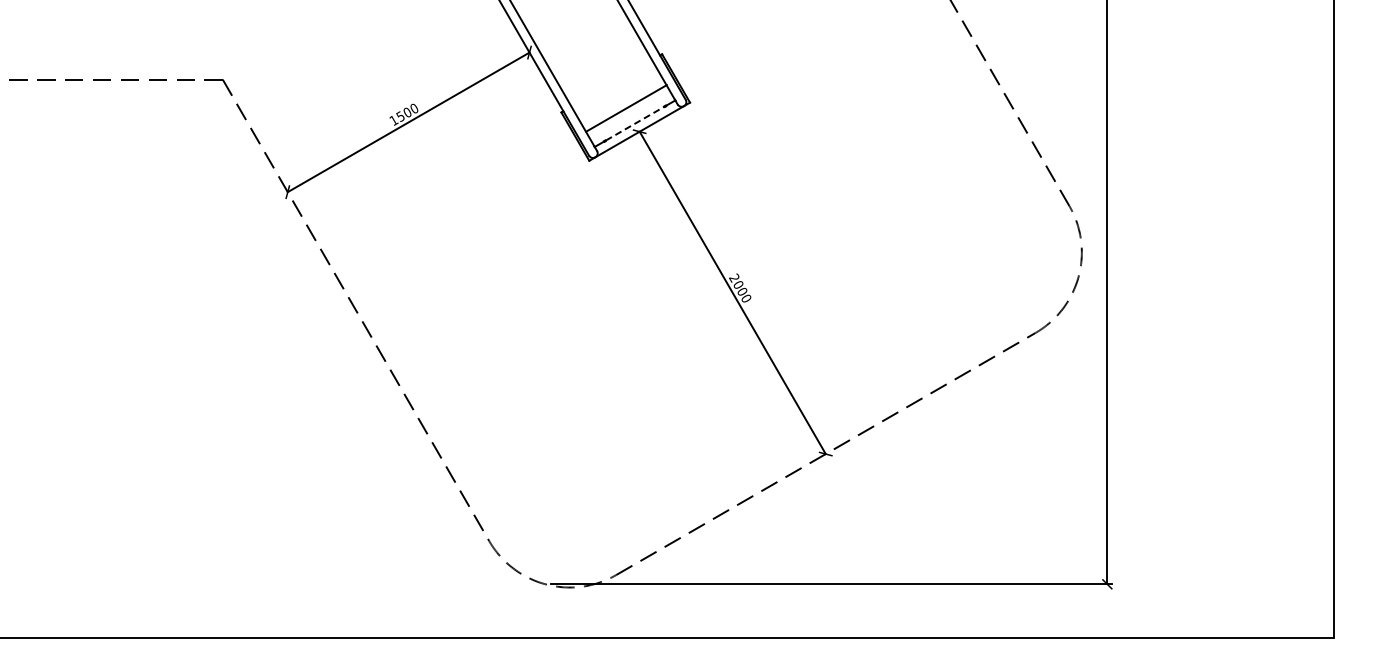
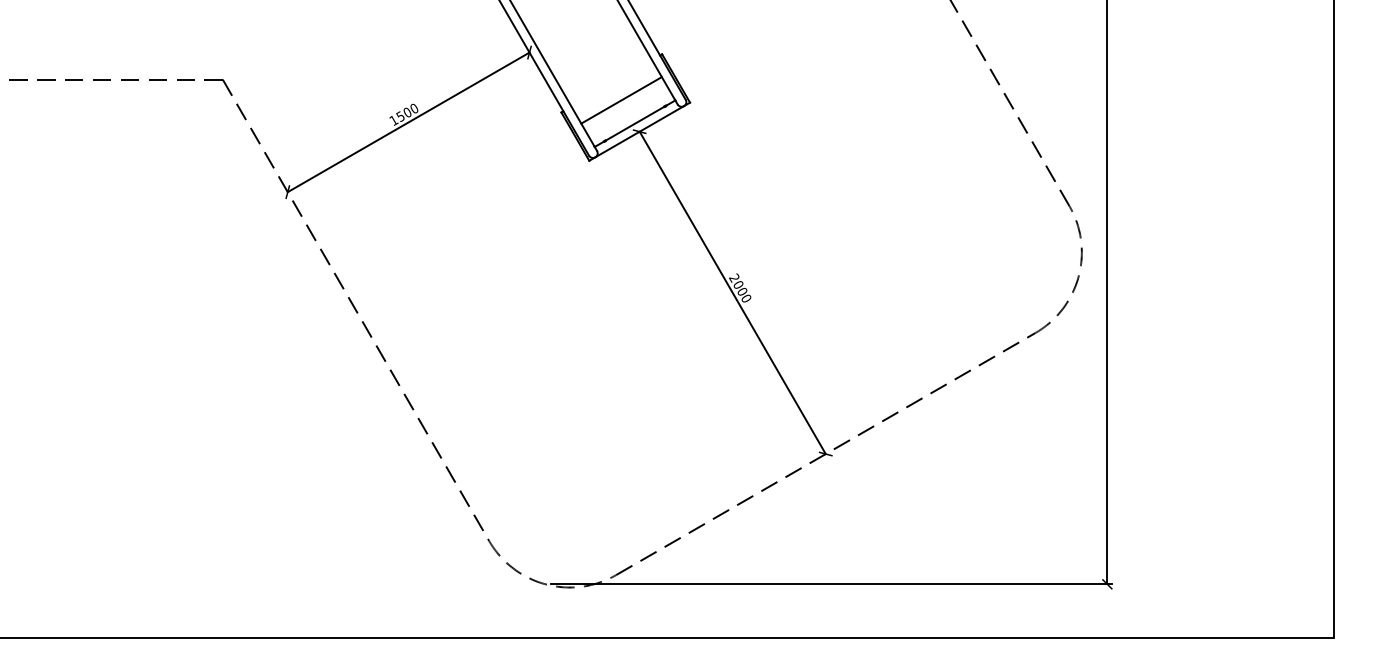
line at (626, 108) position: (626, 108) -> (621, 100)
line at (635, 123): dashed -> solid
